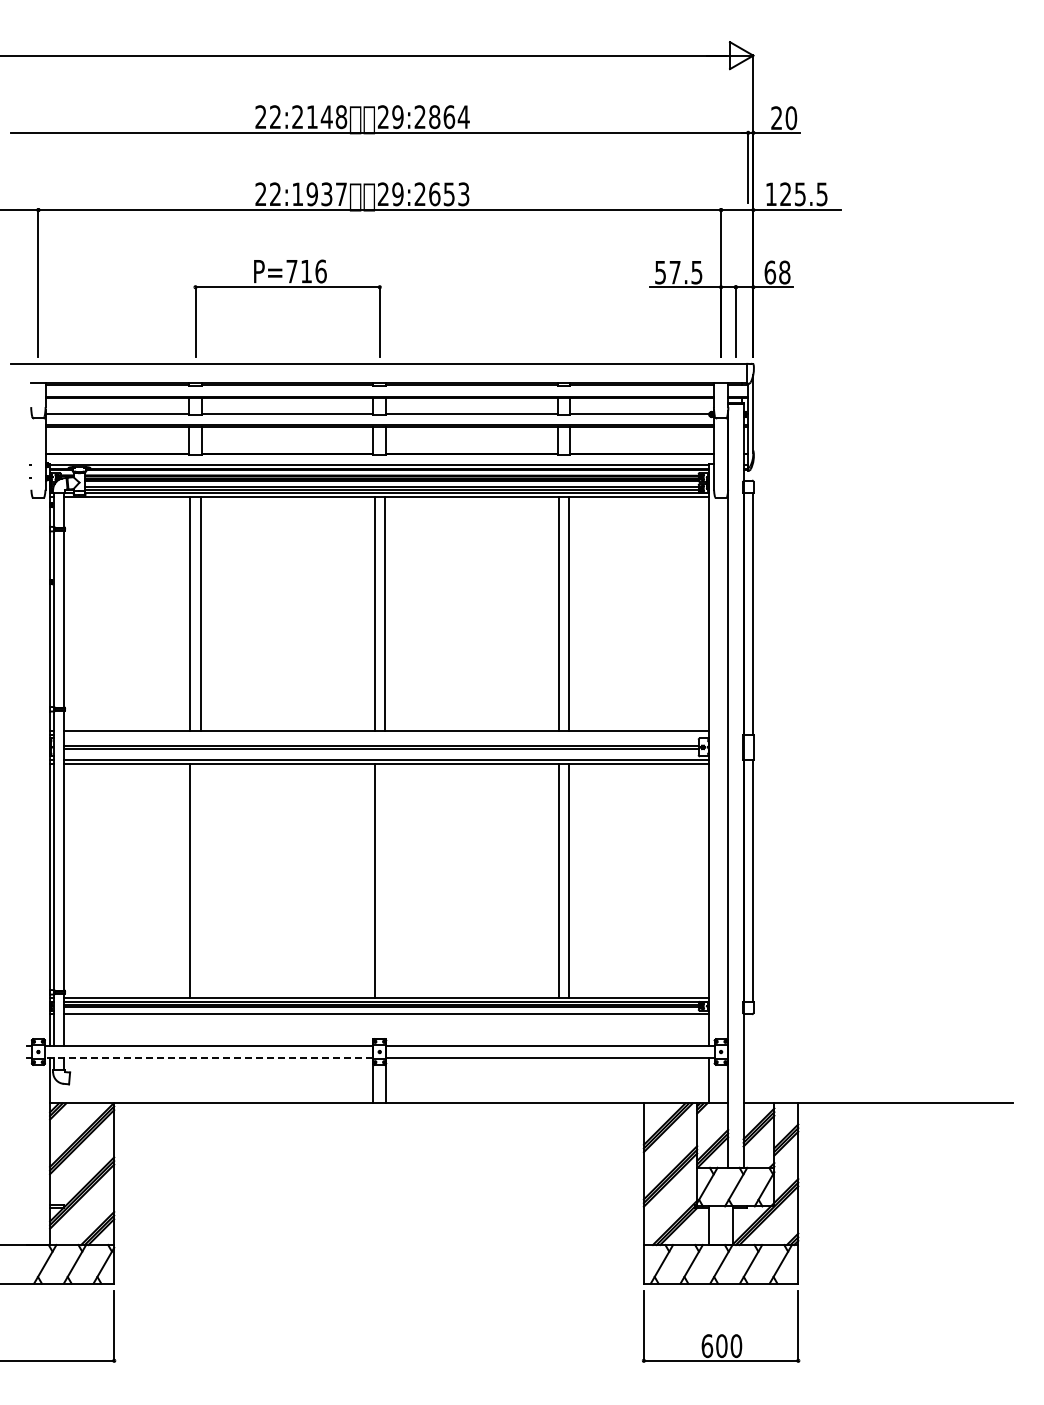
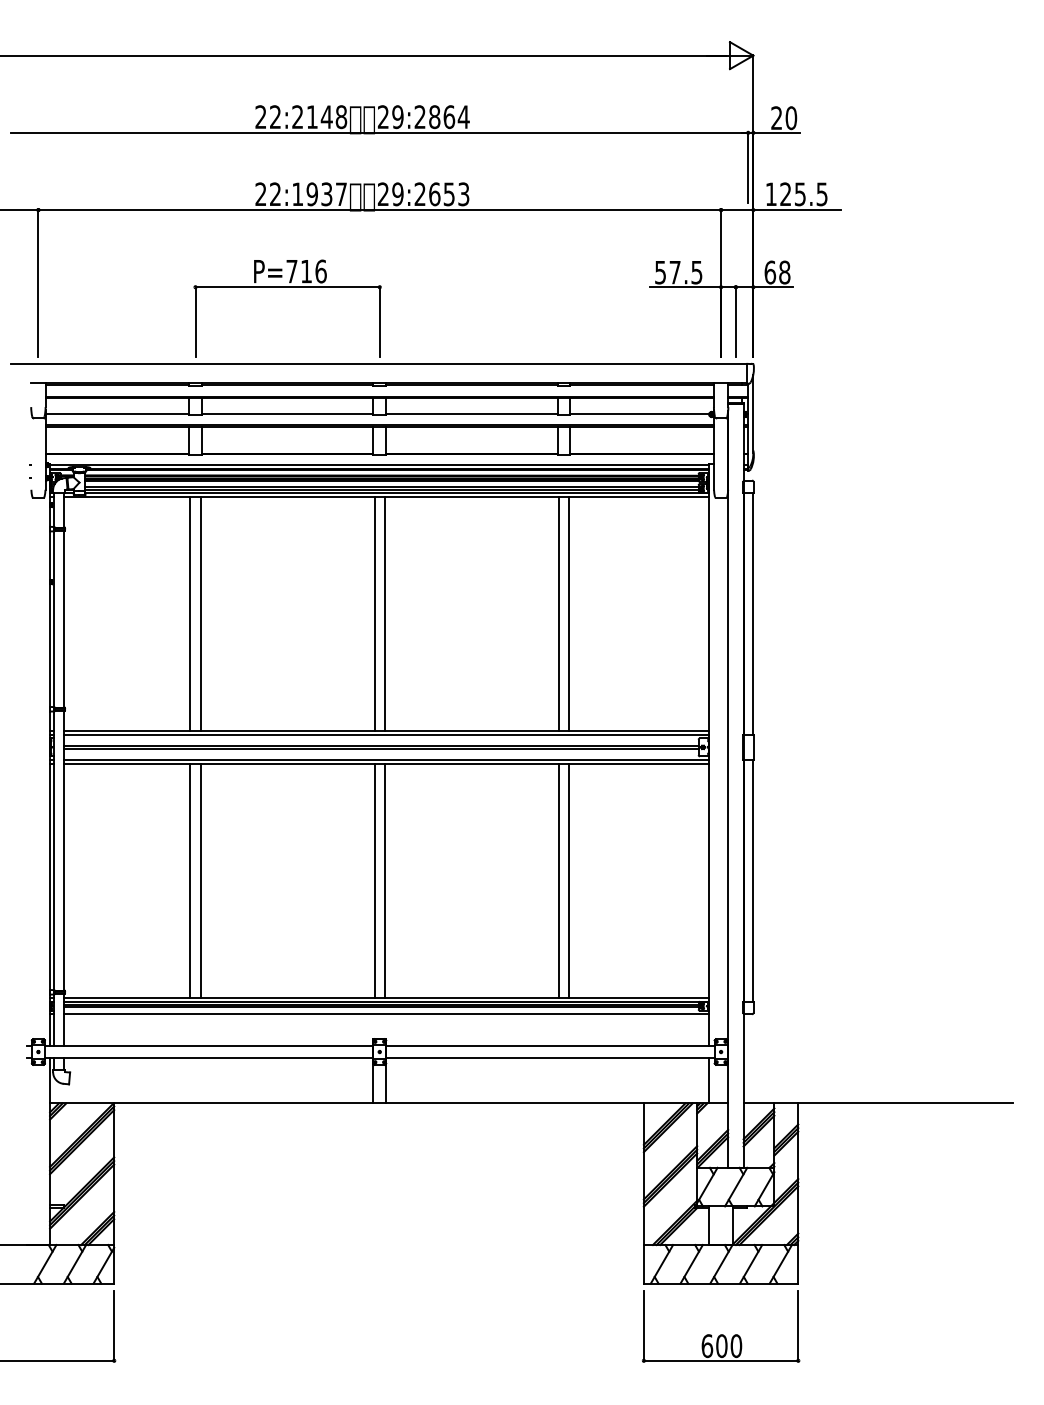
line at (386, 734): none -> present
line at (200, 880): none -> present
line at (384, 880): none -> present
line at (208, 1058): dashed -> solid
